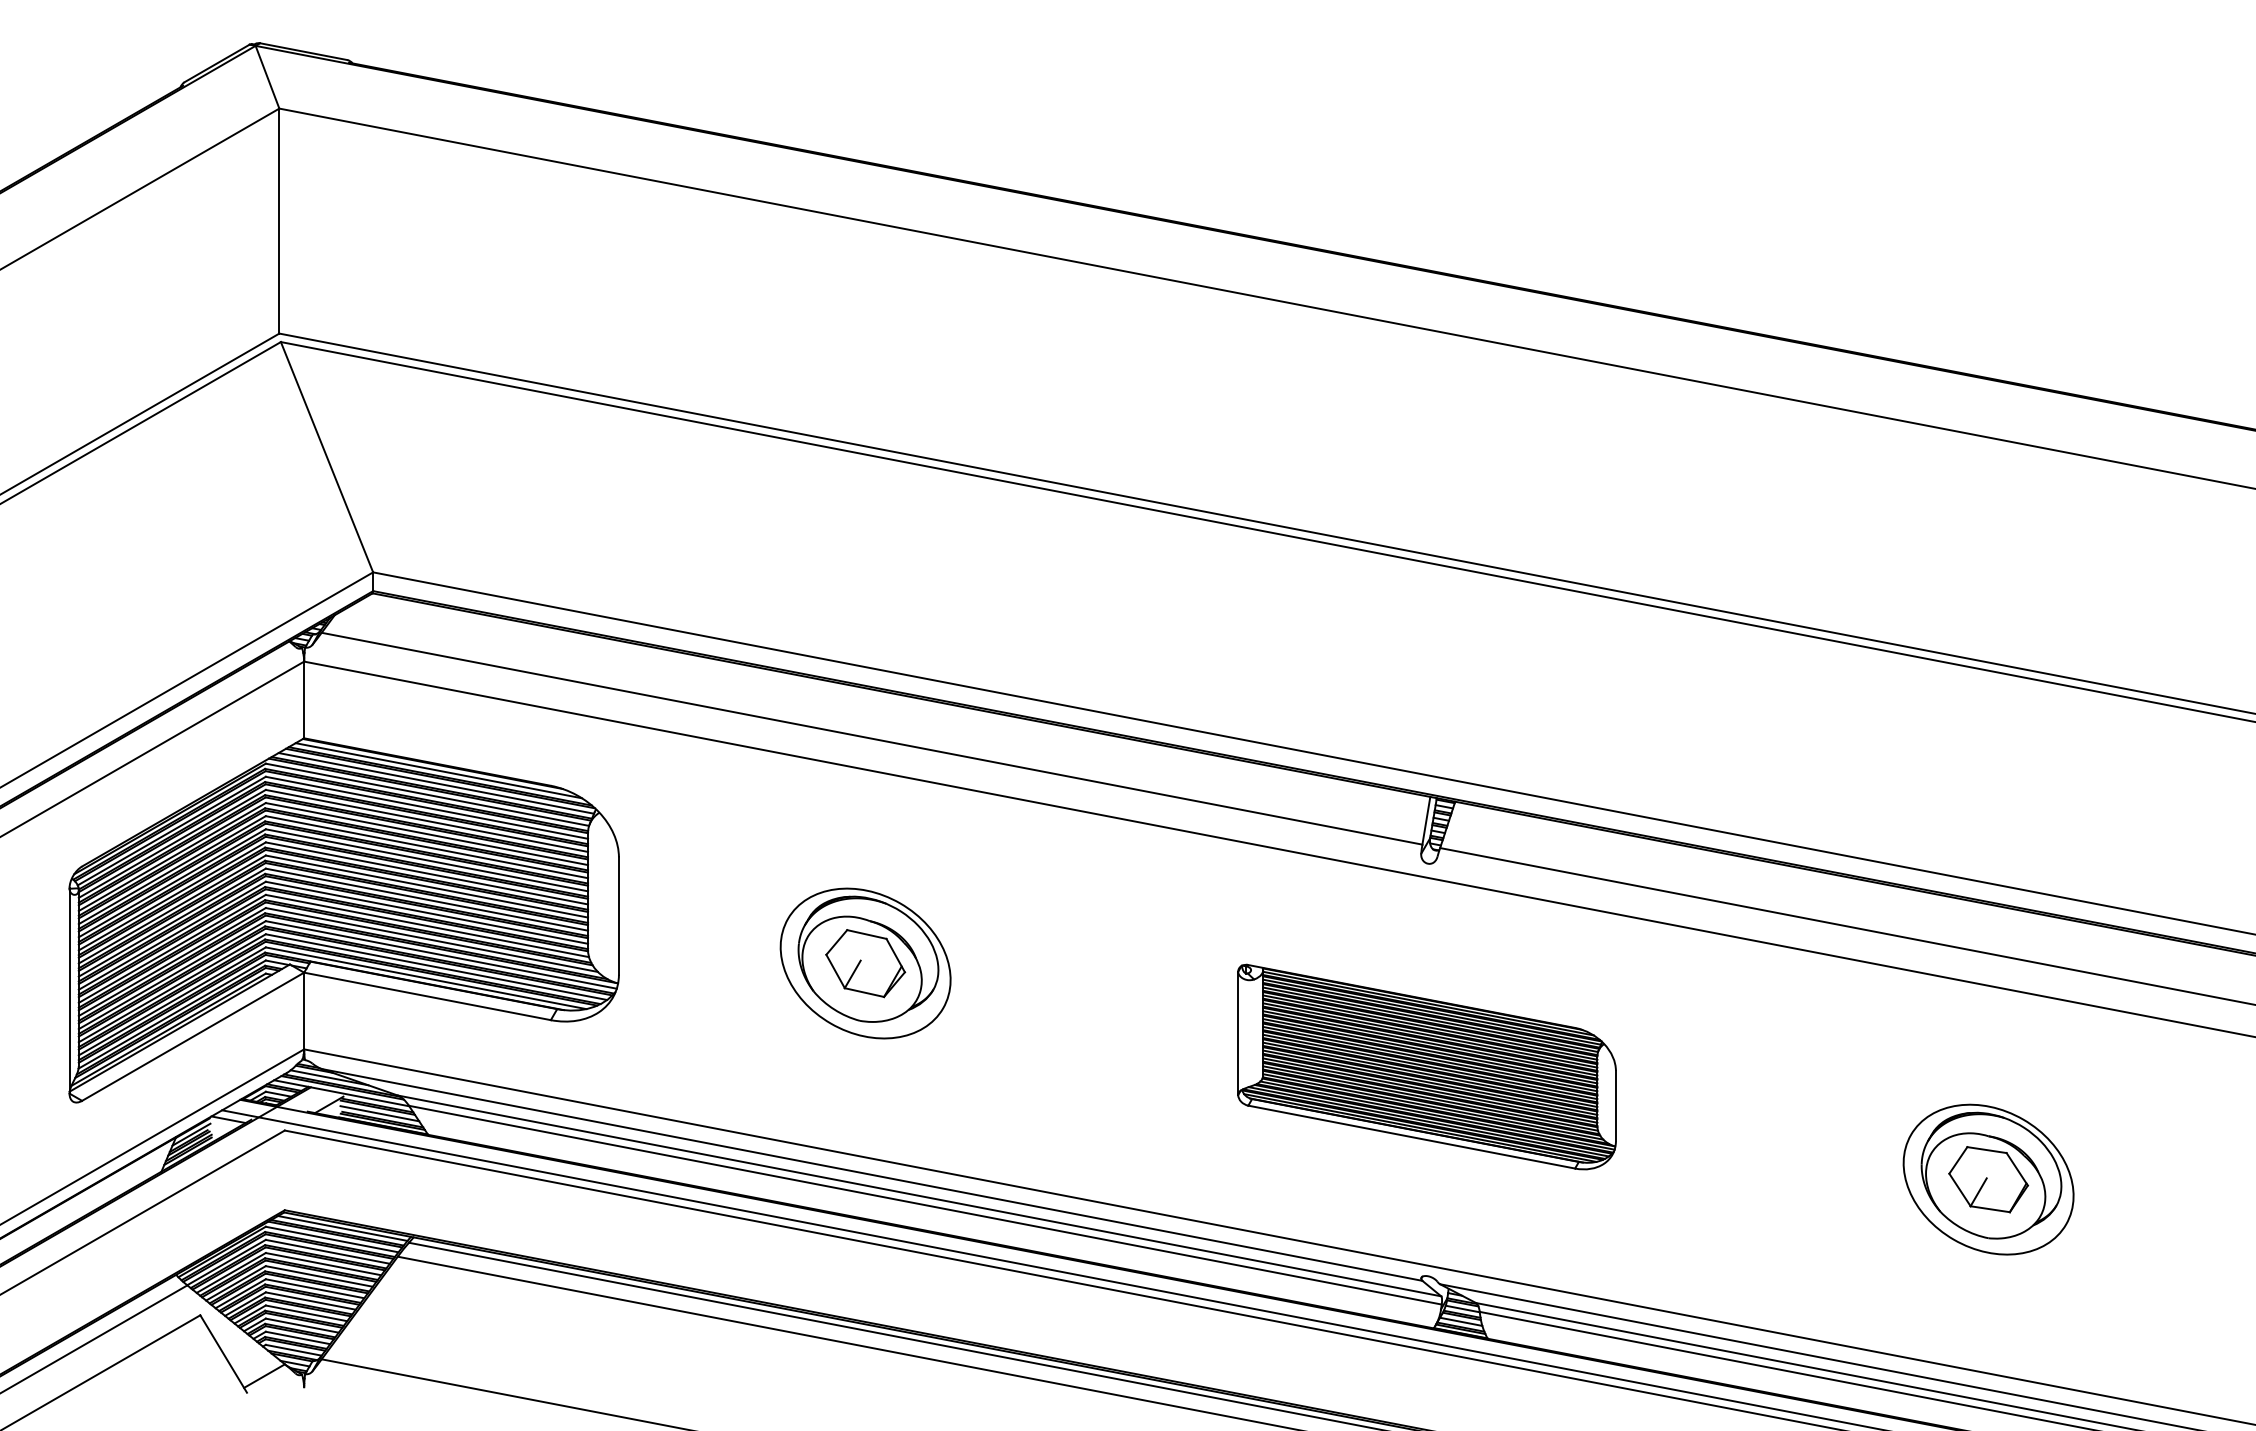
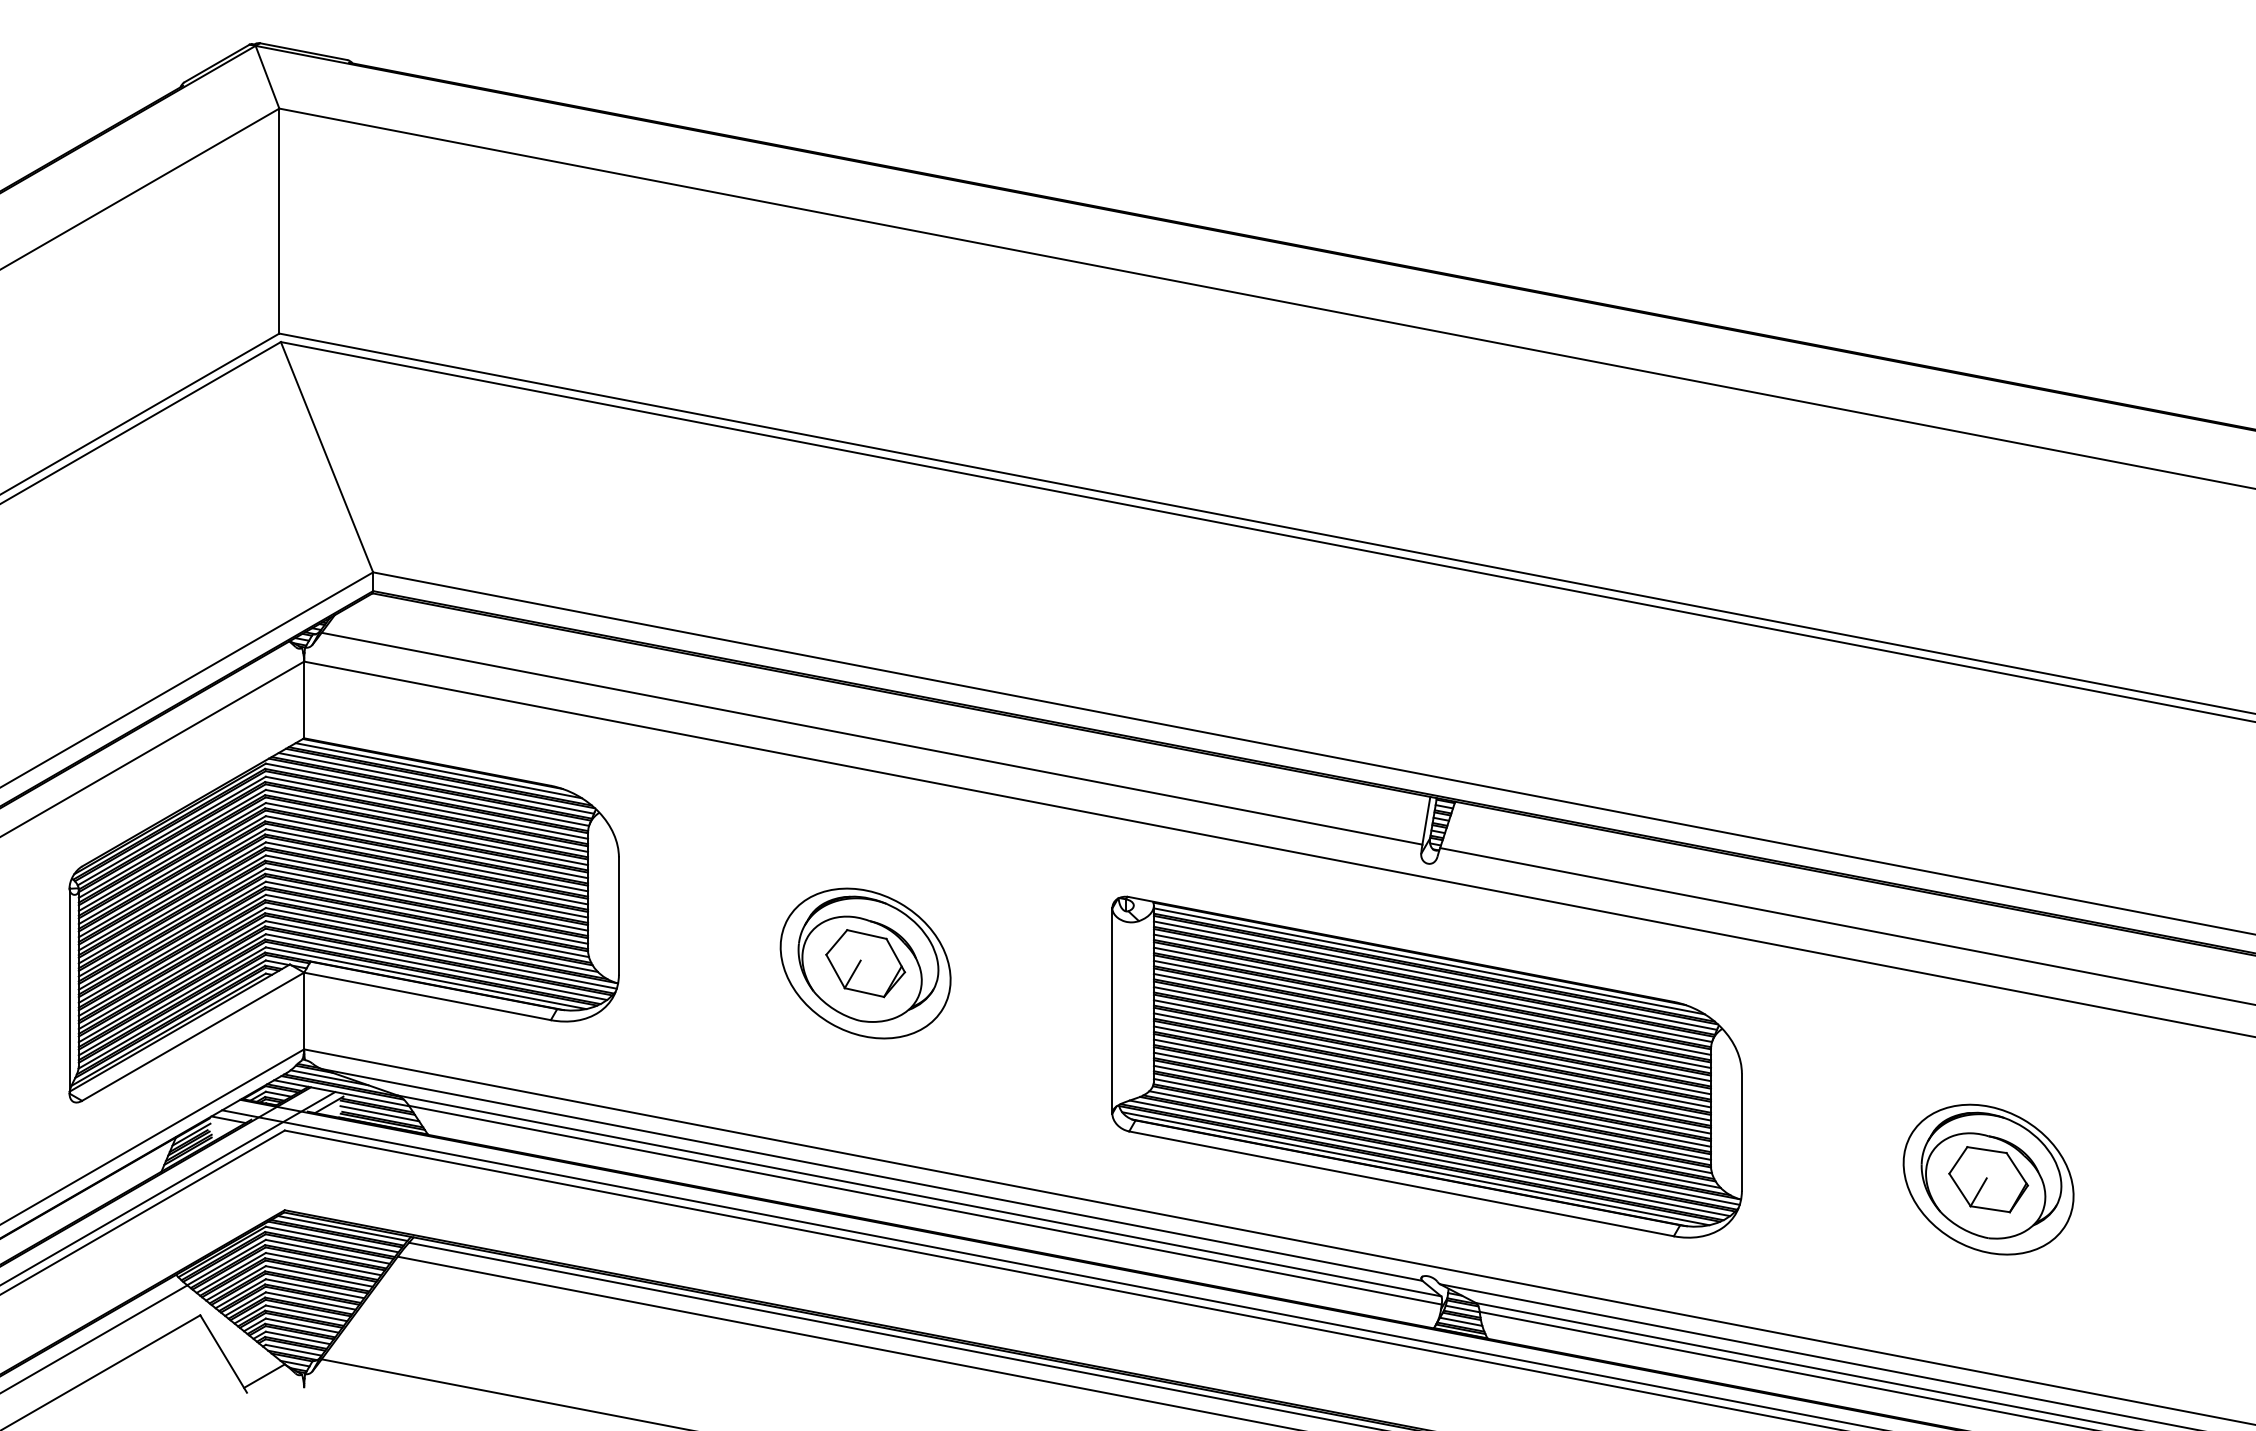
part at (1426, 1066) size: 380x208 px -> 632x344 px
line at (168, 1188): none -> present
